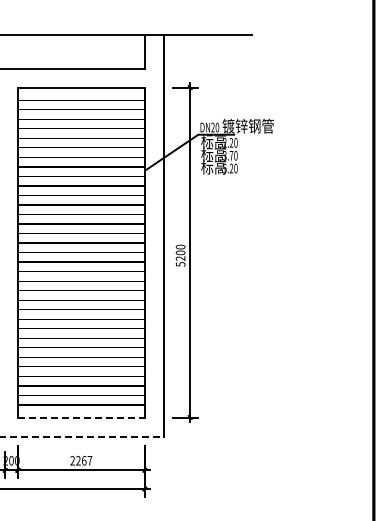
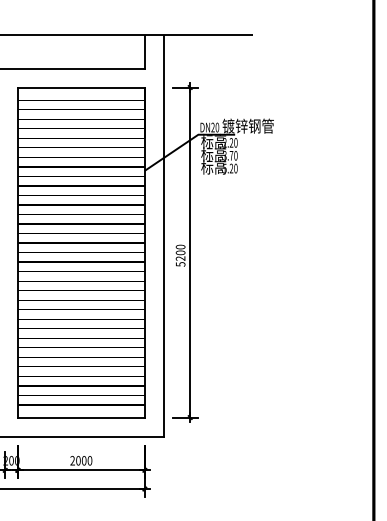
line at (81, 417): dashed -> solid
line at (81, 436): dashed -> solid
text at (84, 460): 2267 -> 2000
